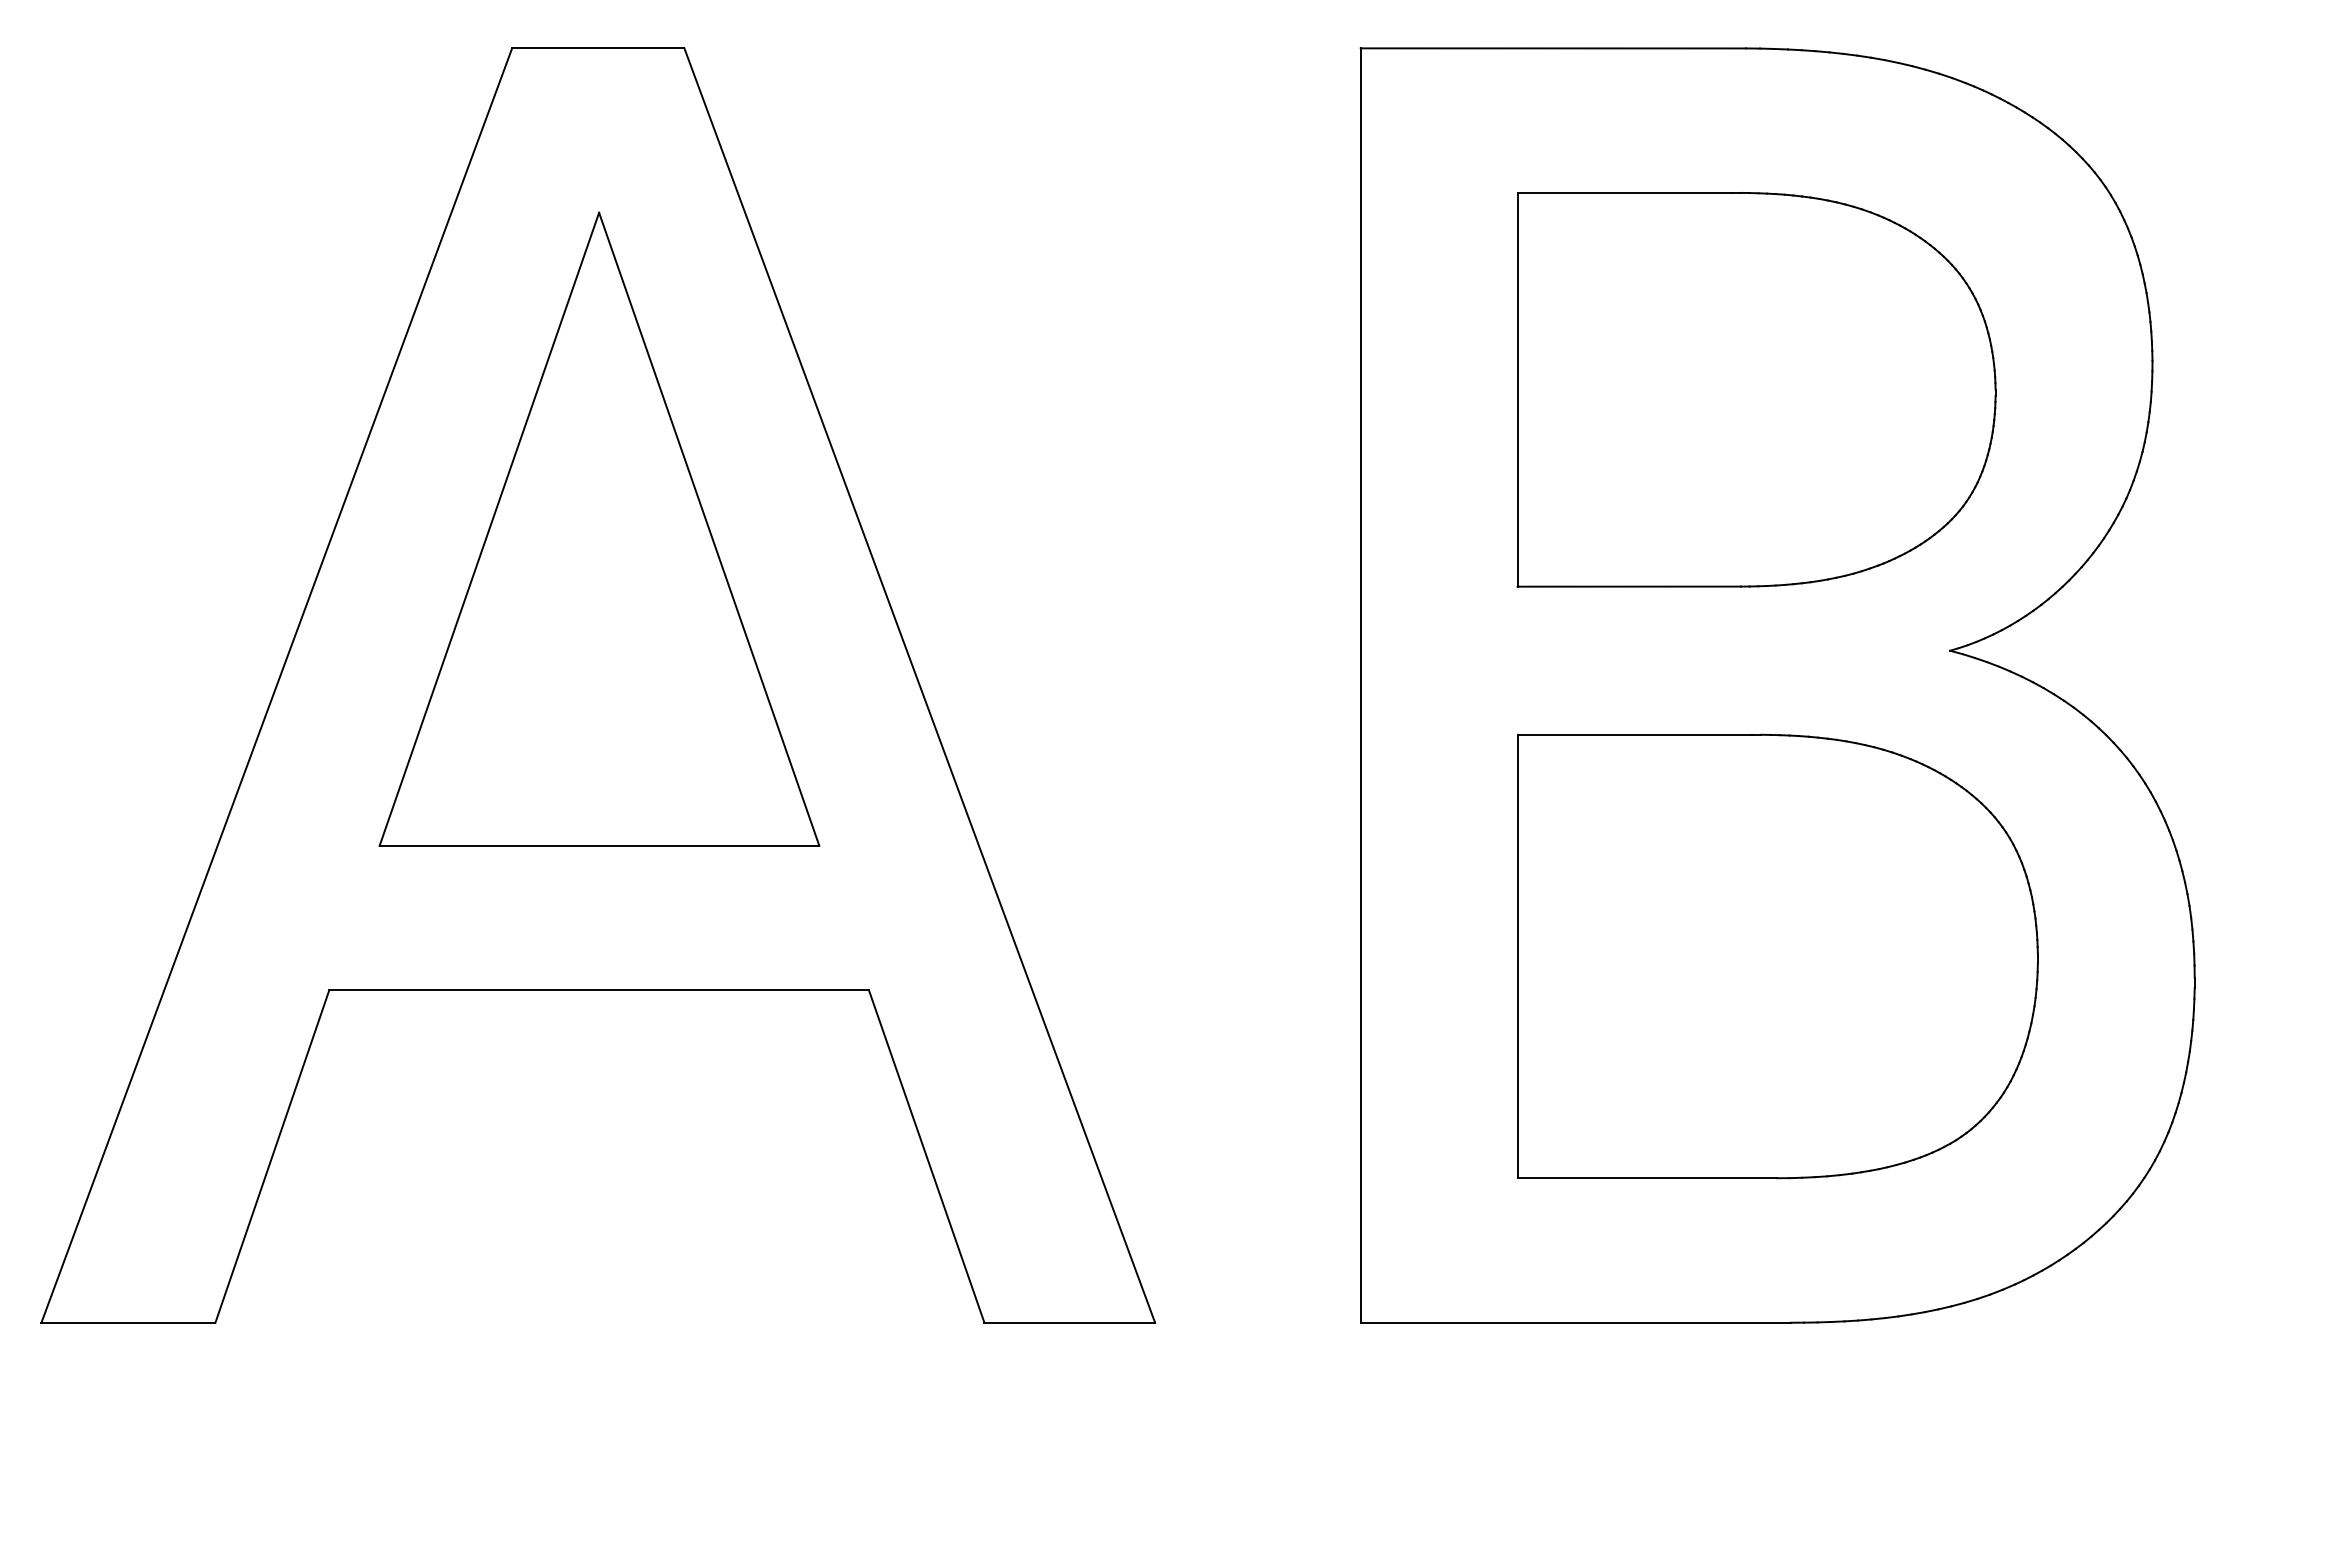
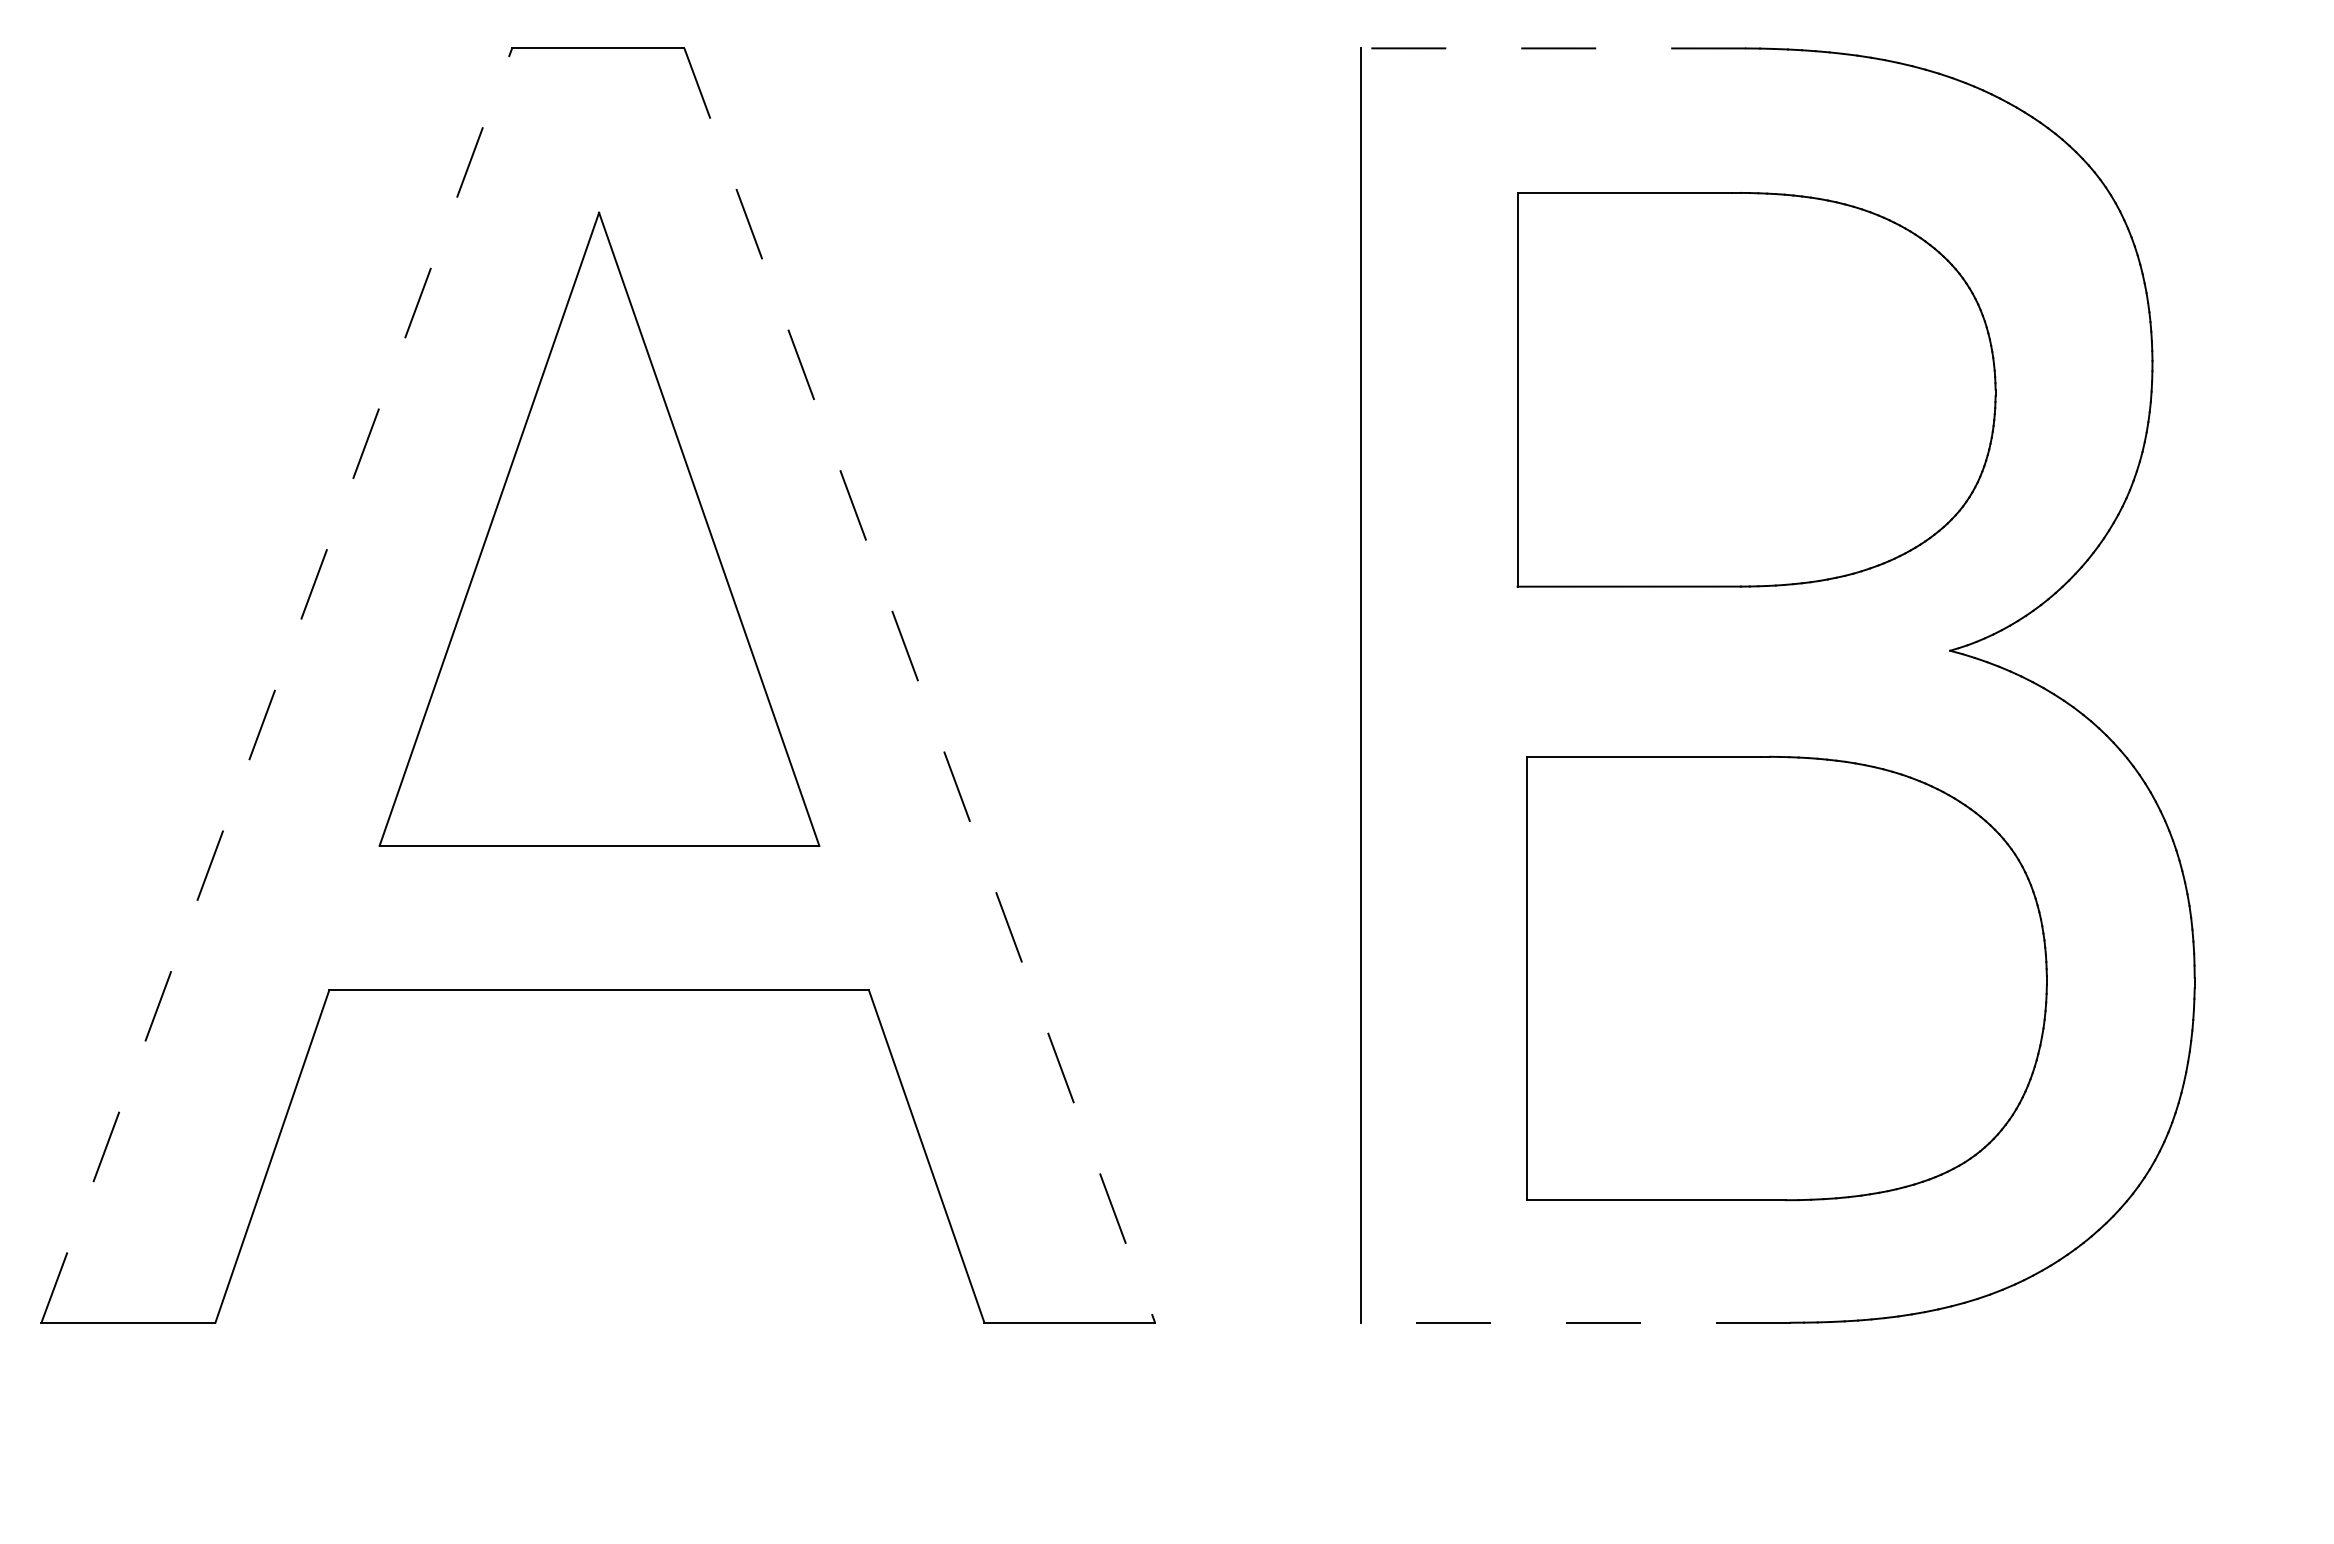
line at (1553, 48): solid -> dashed
line at (276, 685): solid -> dashed
line at (919, 686): solid -> dashed
part at (1777, 956) position: (1777, 956) -> (1786, 978)
line at (1575, 1322): solid -> dashed
